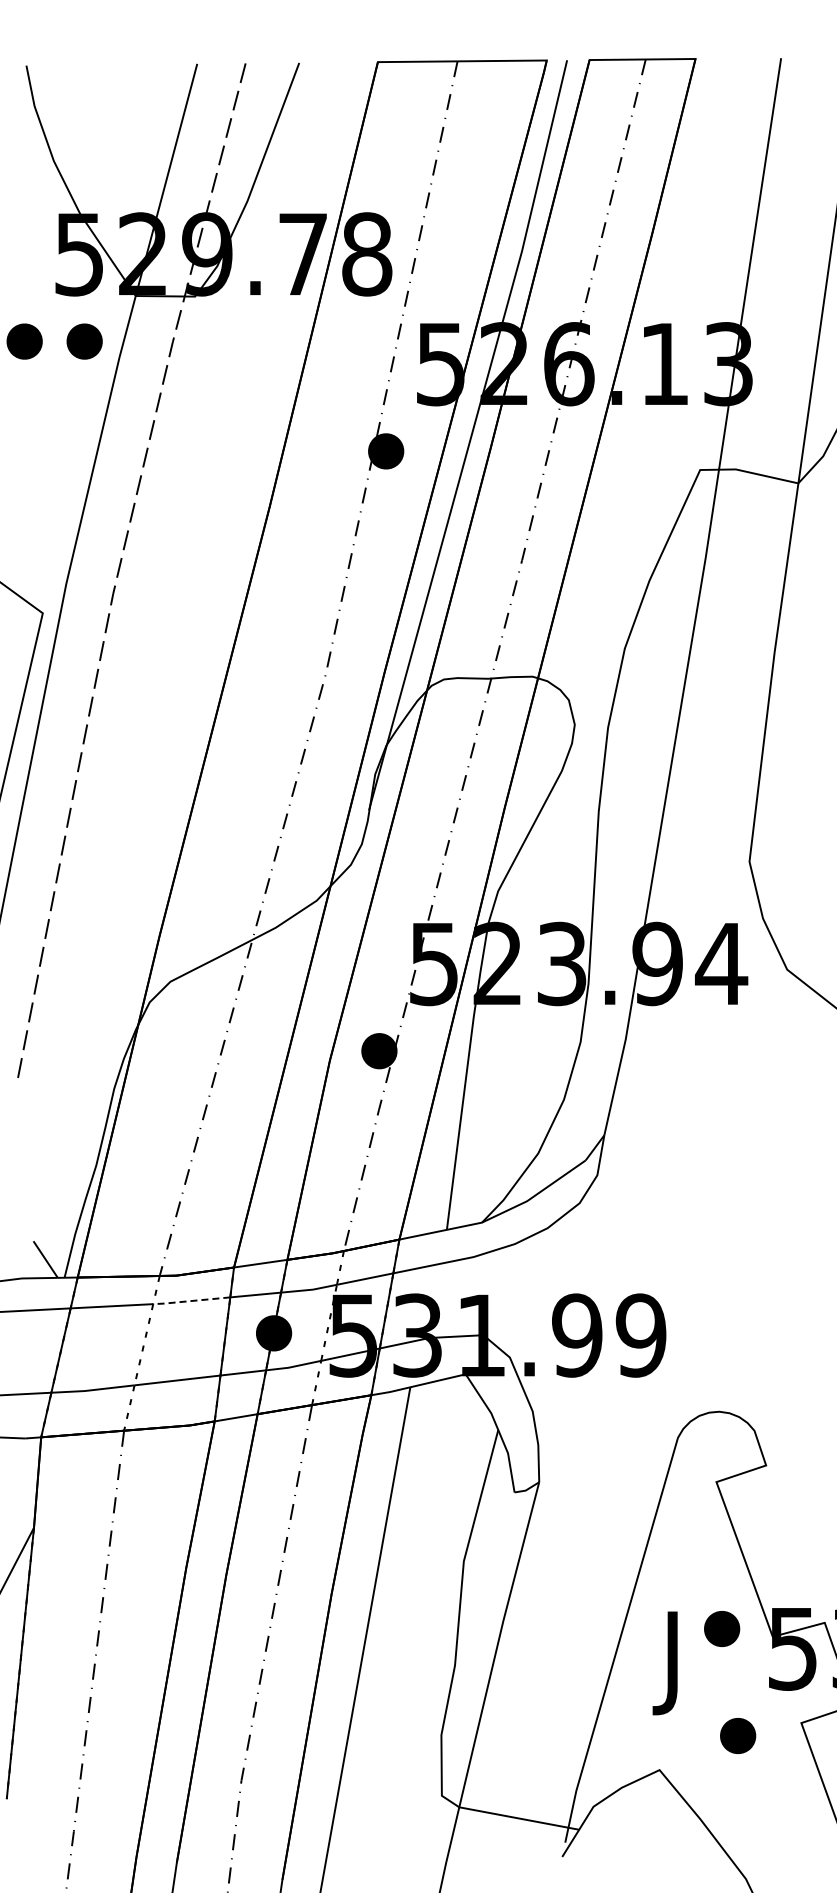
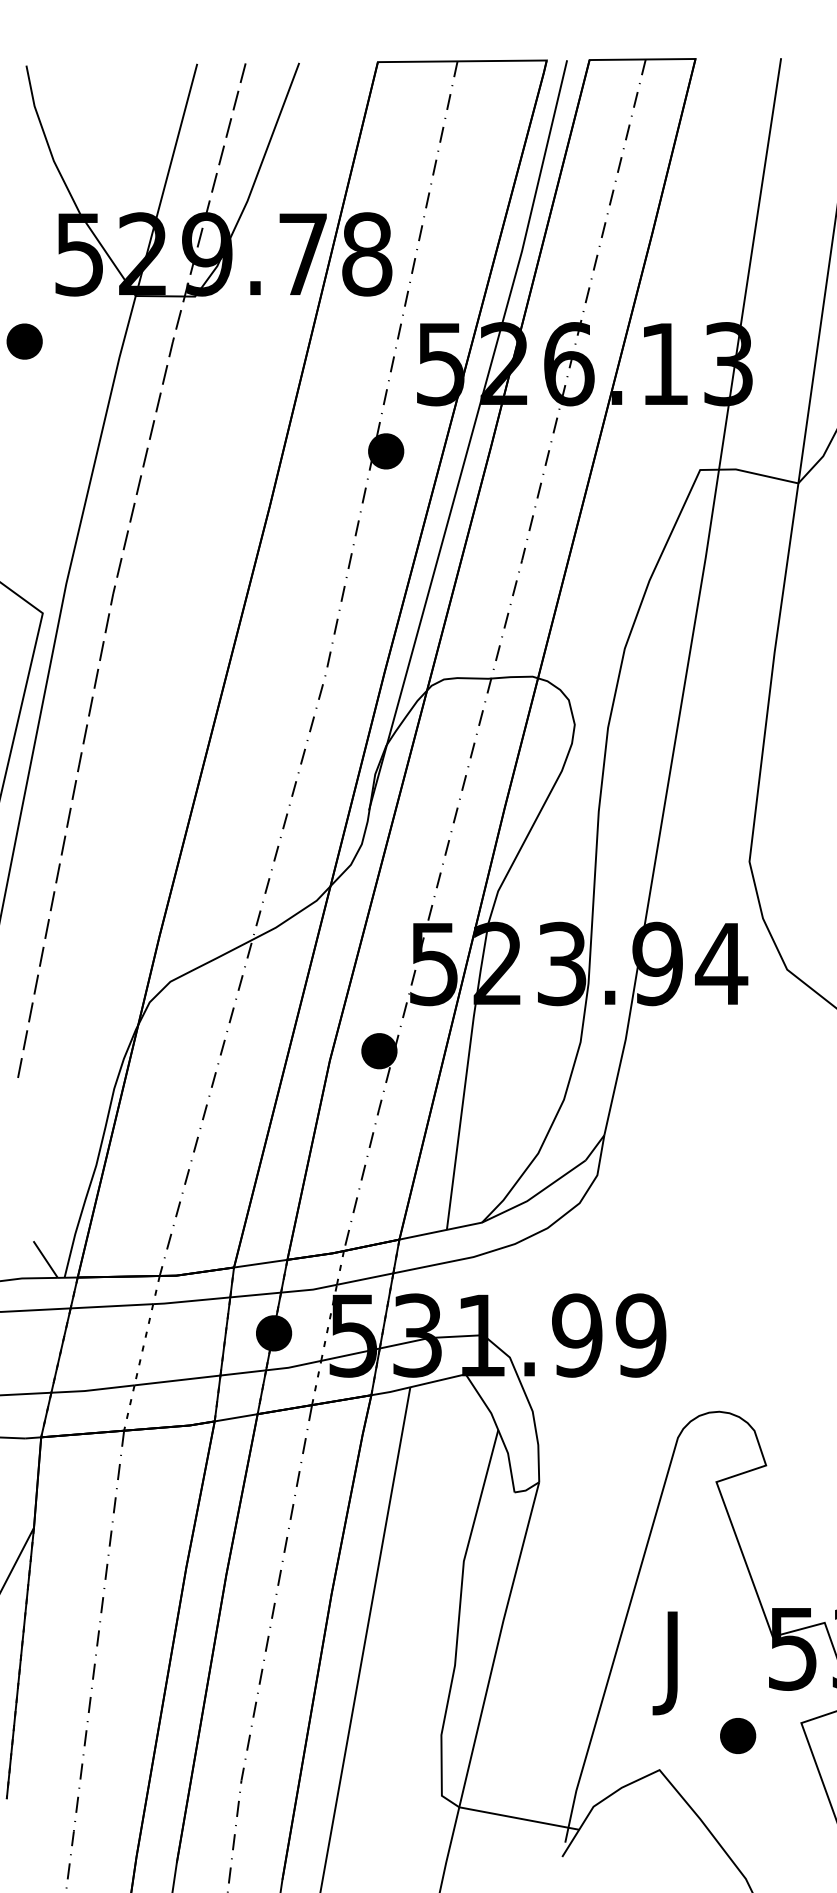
part at (84, 341): present -> none
line at (190, 1301): dashed -> solid
part at (722, 1628): present -> none
